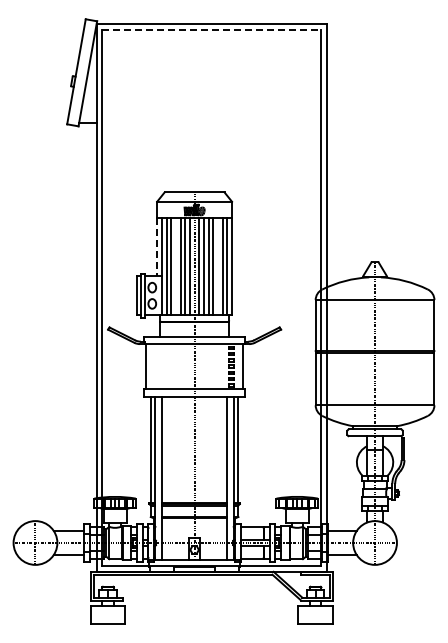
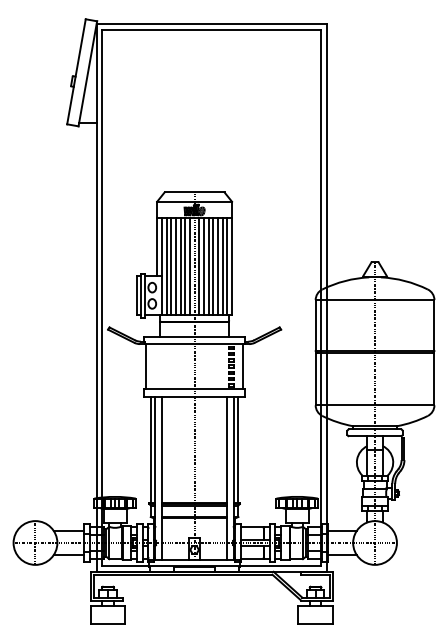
line at (211, 29): dashed -> solid
line at (157, 247): dashed -> solid
line at (175, 266): none -> present
line at (217, 266): none -> present
